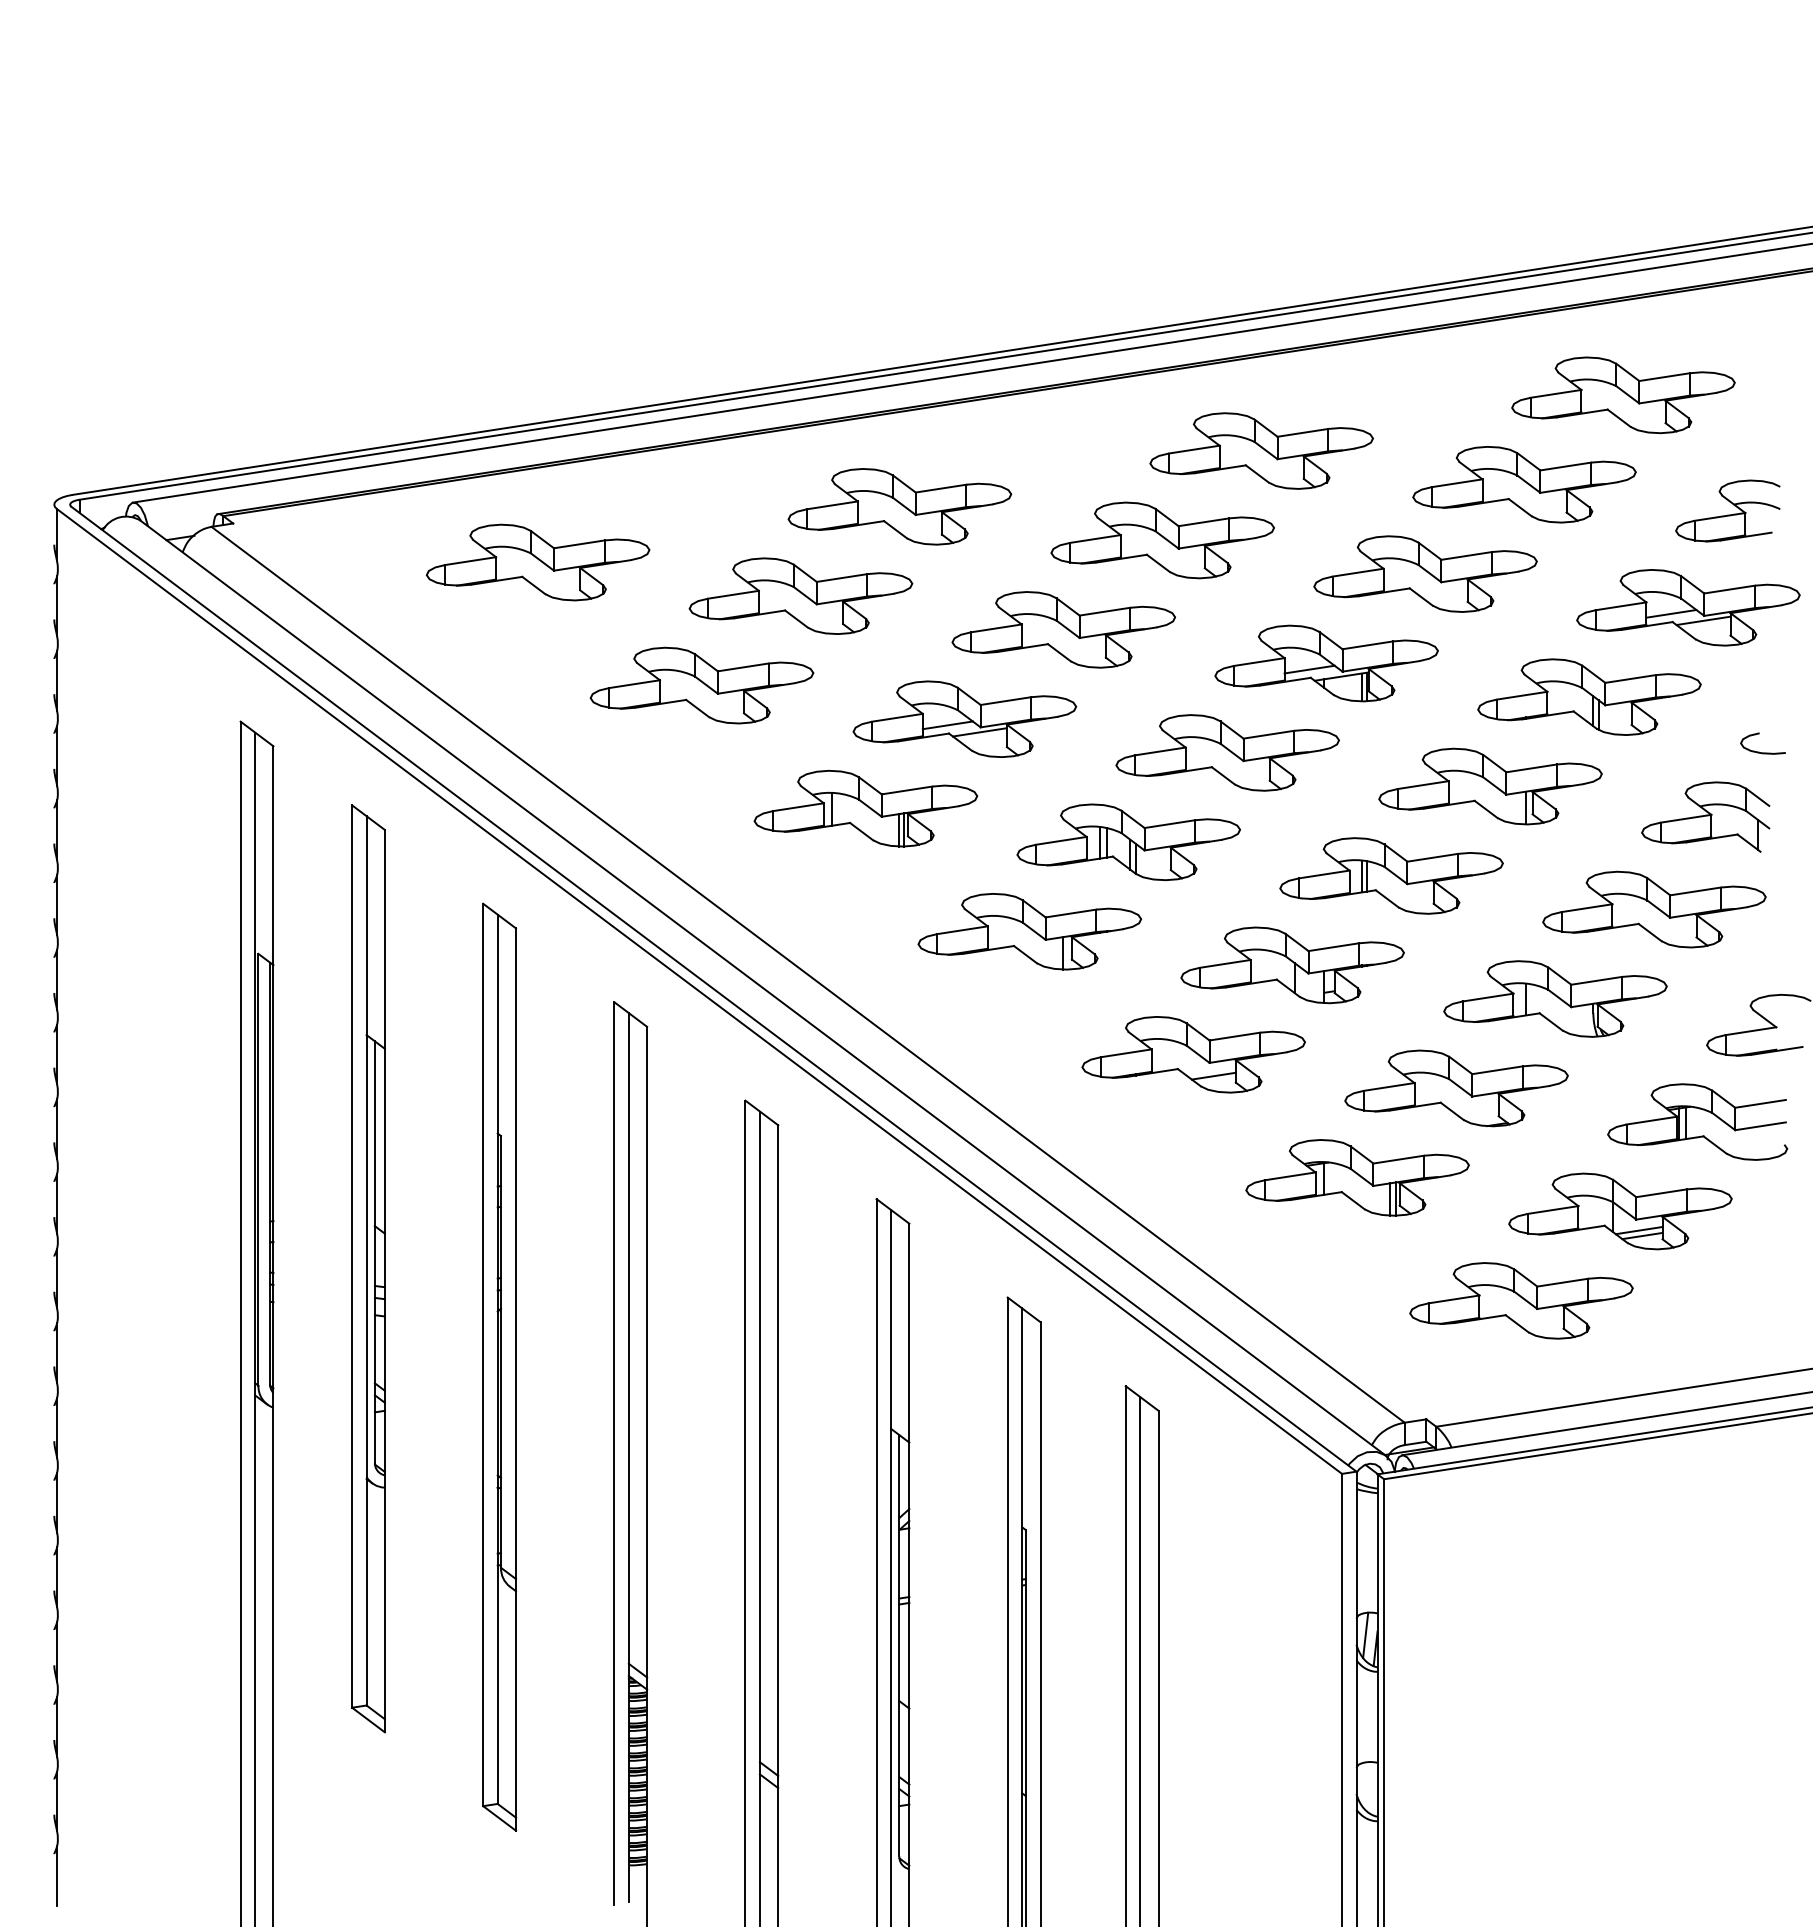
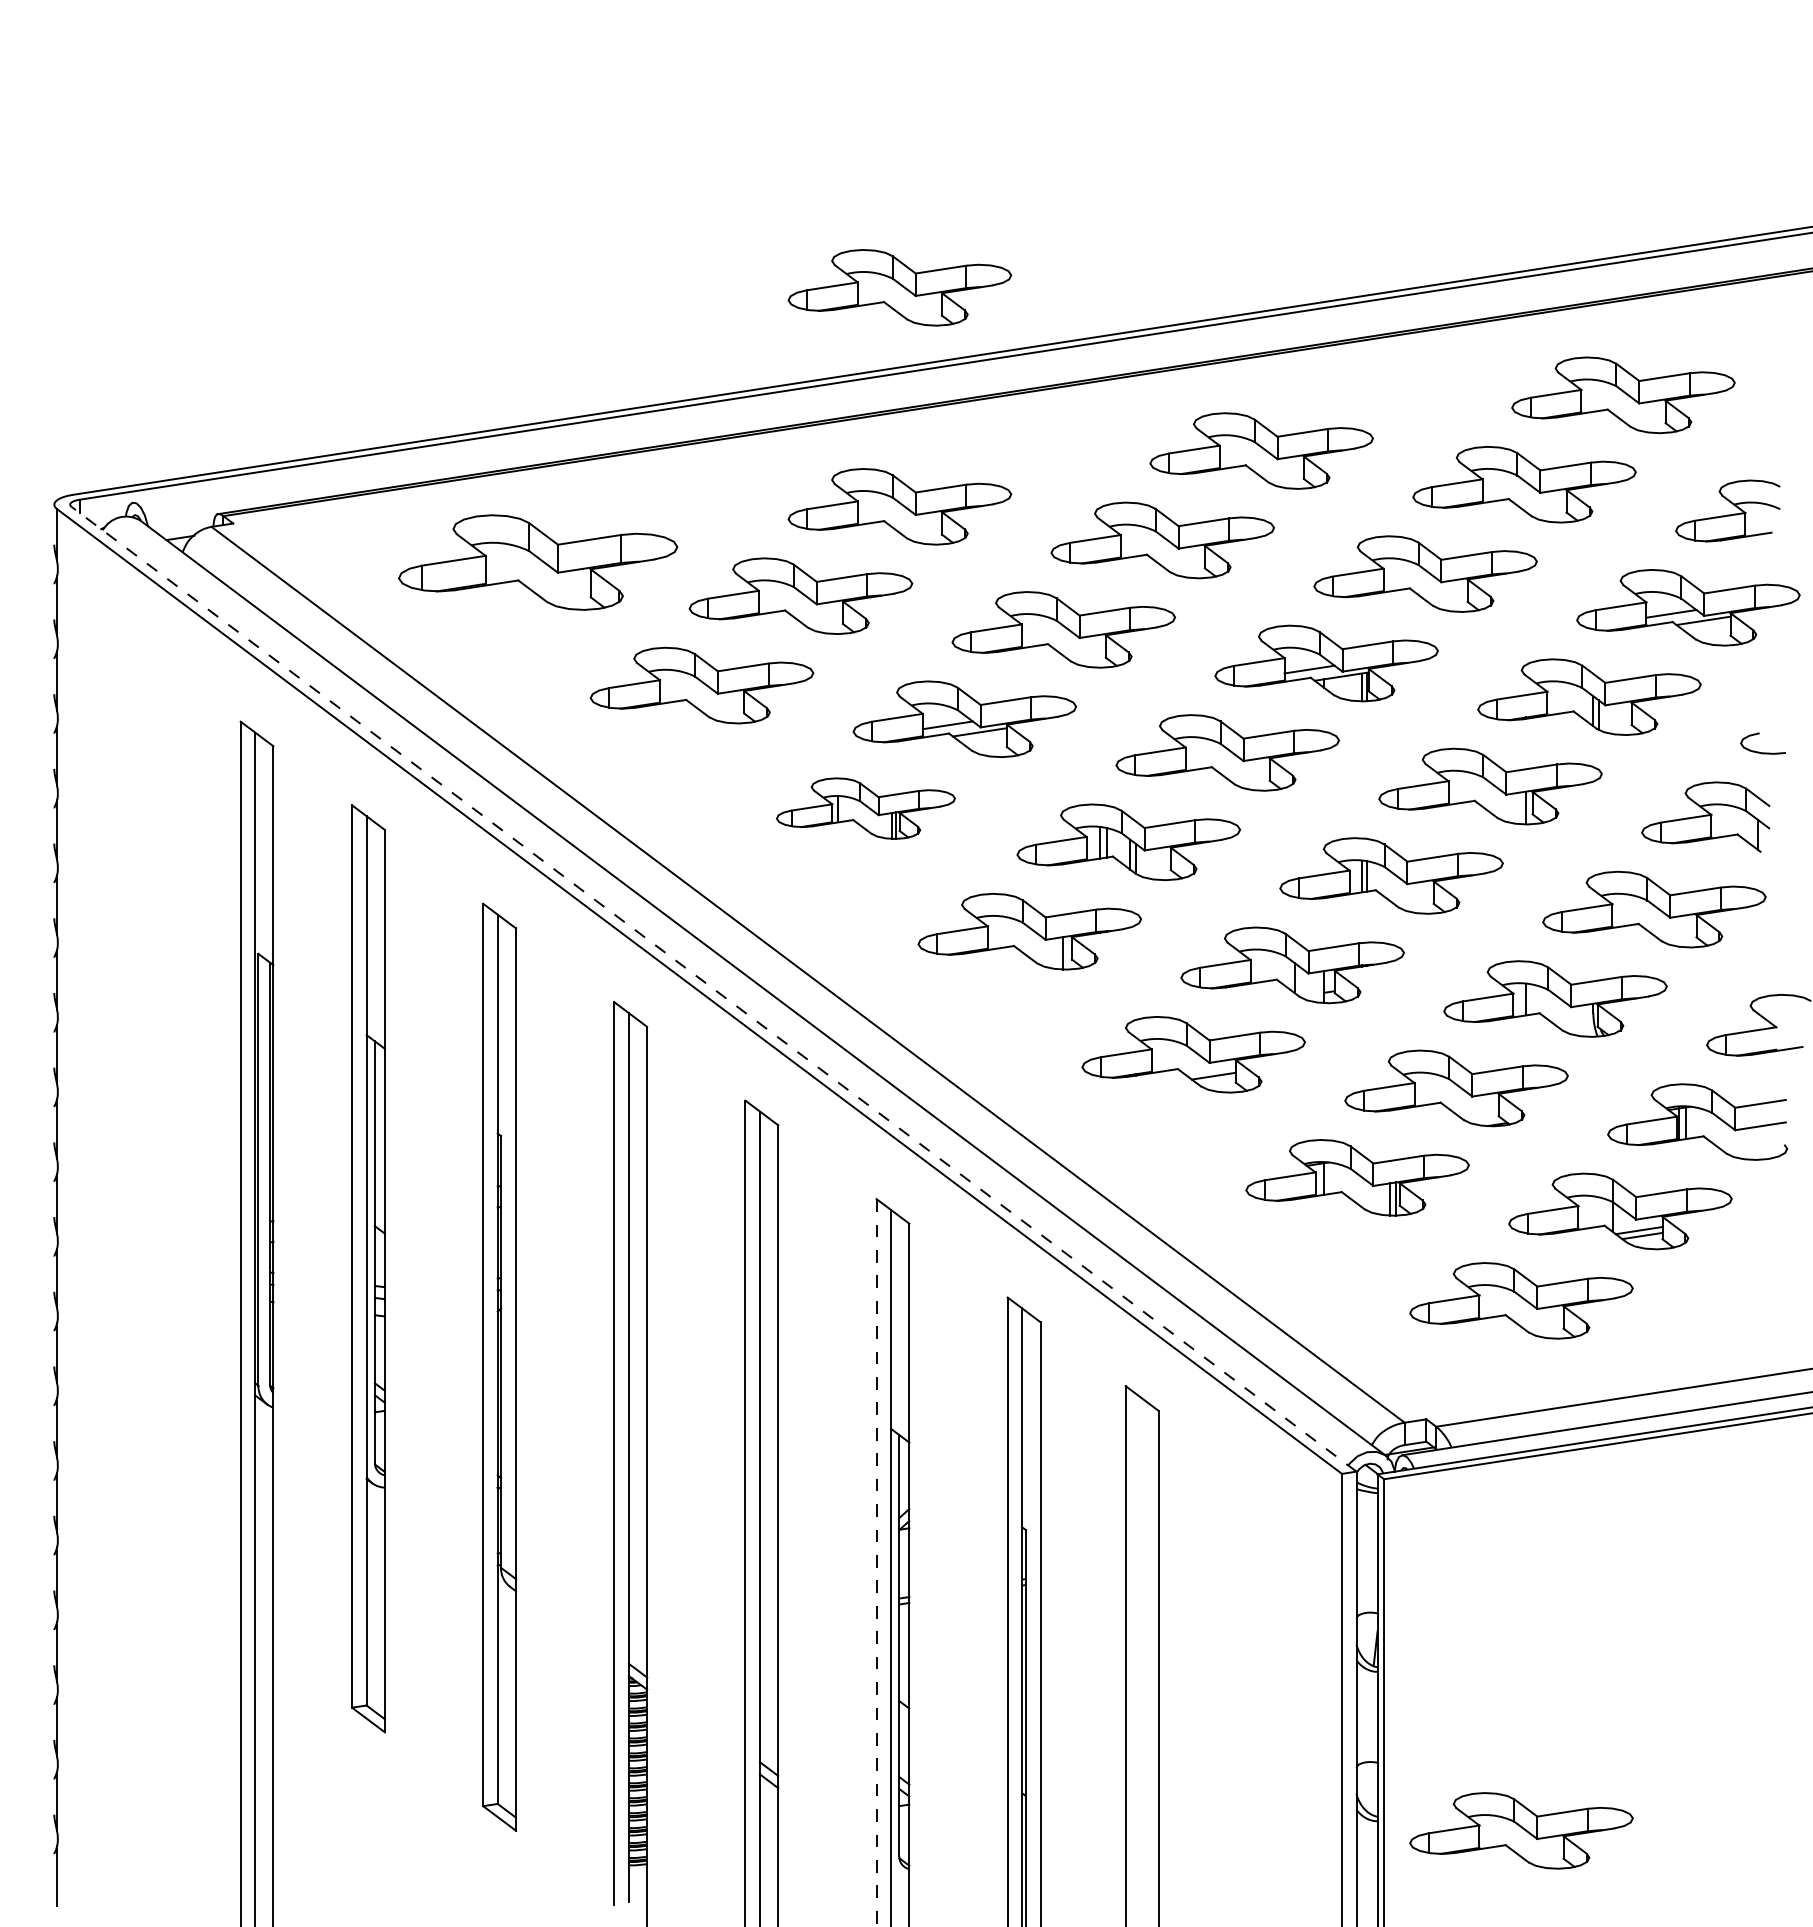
part at (899, 287): none -> present
line at (971, 373): present -> none
part at (537, 562) size: 226x79 px -> 281x97 px
part at (865, 808) size: 226x79 px -> 180x63 px
line at (713, 988): solid -> dashed
line at (876, 1562): solid -> dashed
line at (1365, 1635): present -> none
line at (1140, 1660): present -> none
part at (1521, 1830): none -> present
